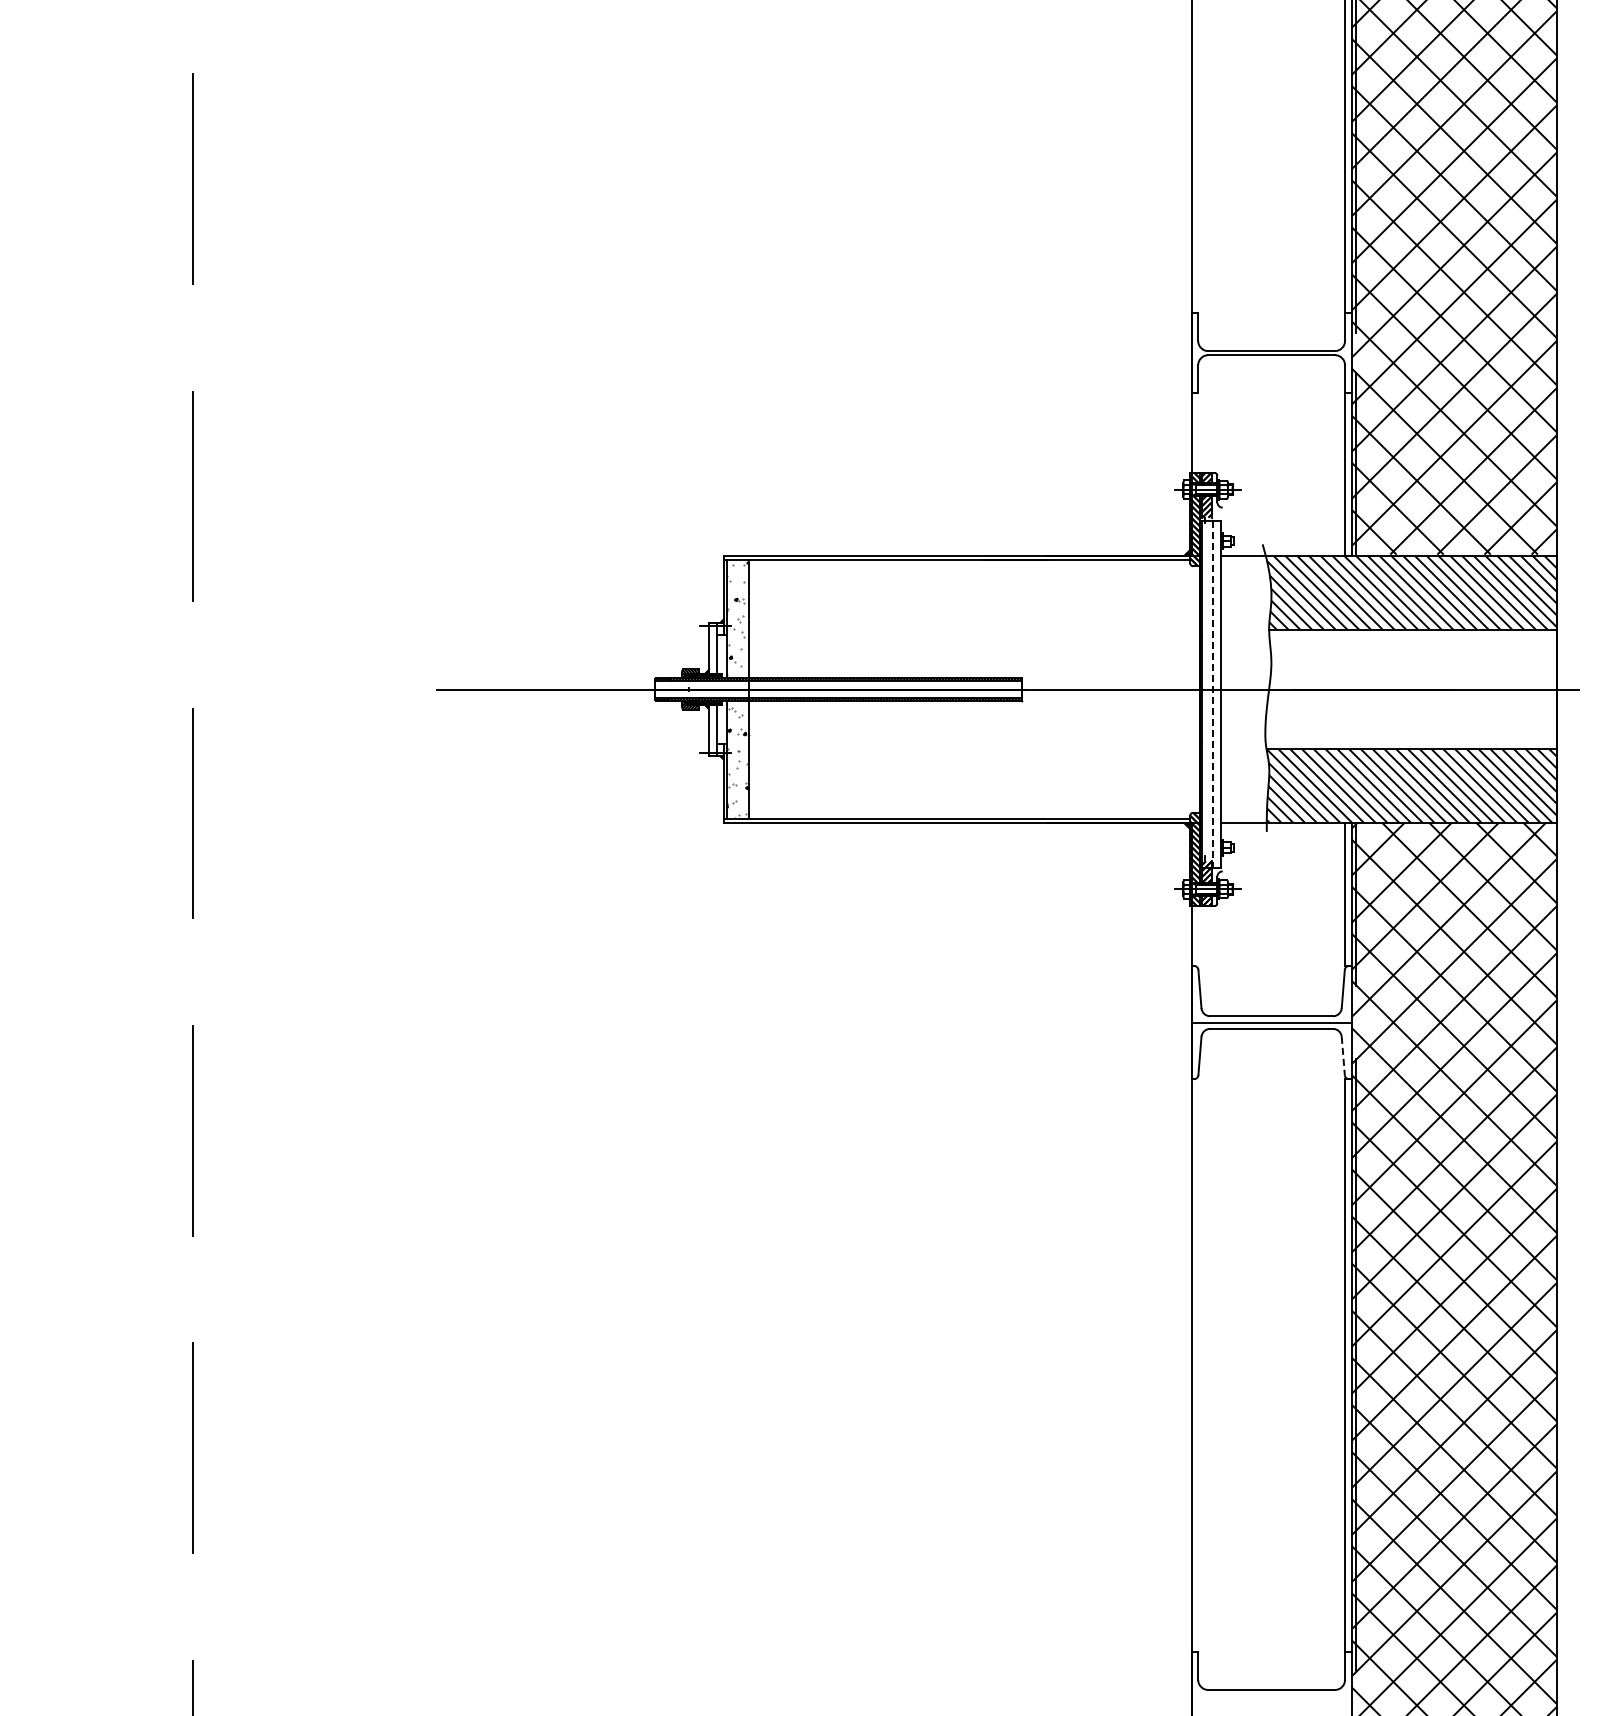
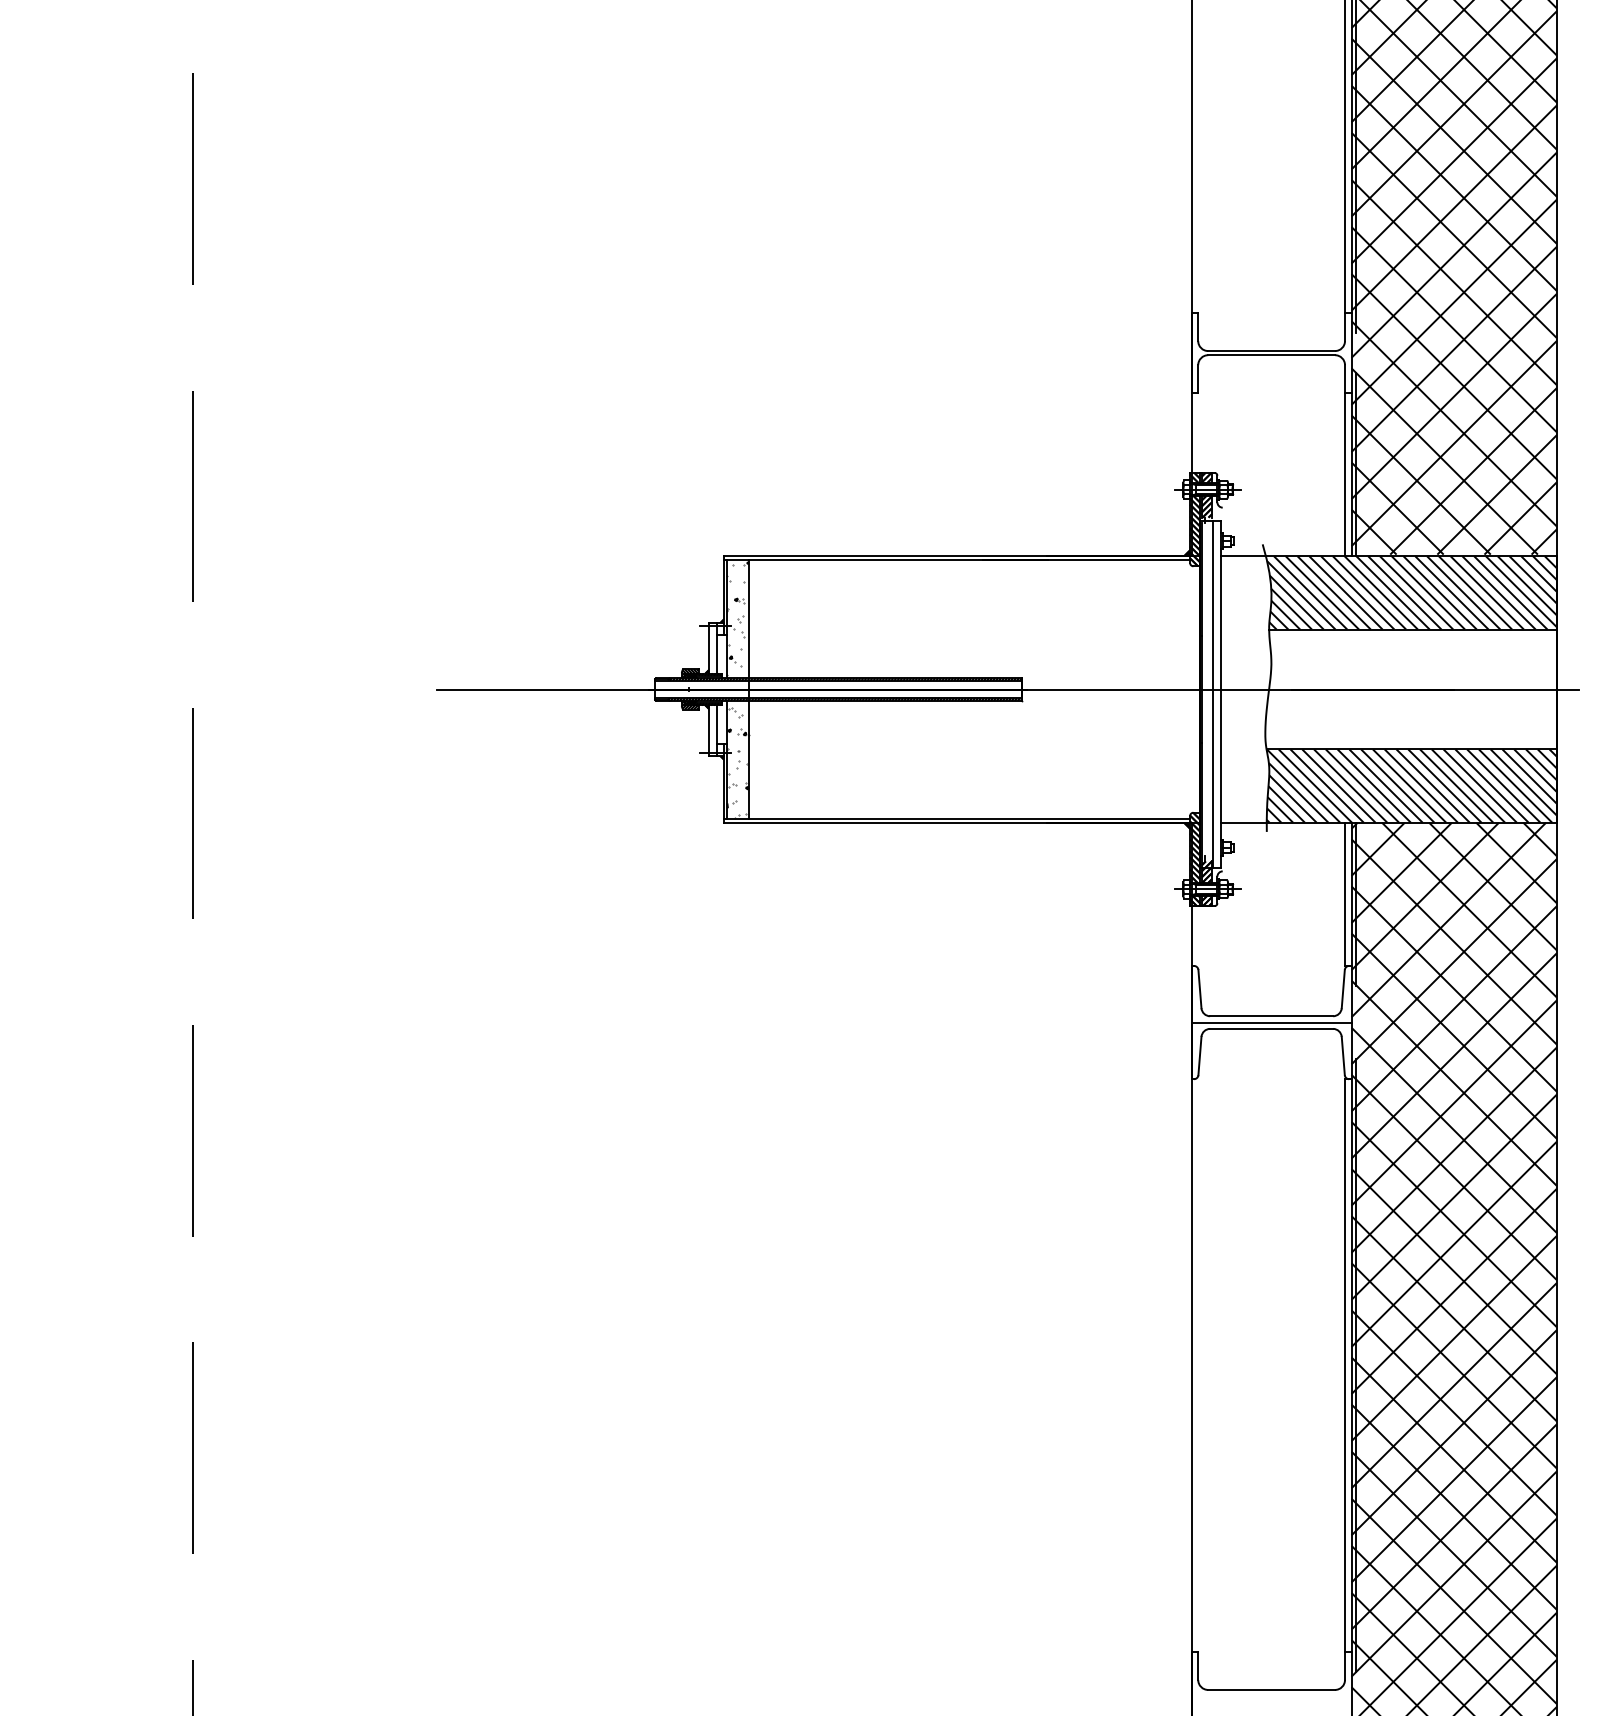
line at (1213, 695): dashed -> solid
line at (1343, 1056): dashed -> solid
